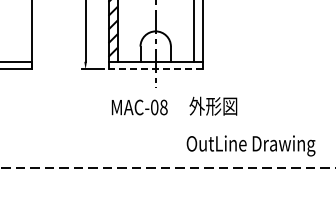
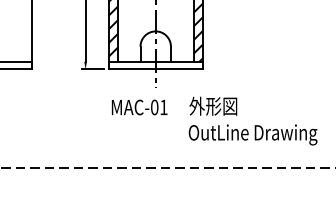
hatch at (197, 32): none -> present
line at (155, 69): dashed -> solid
text at (163, 107): MAC-08 -> MAC-01
text at (250, 145) position: (250, 145) -> (252, 134)
